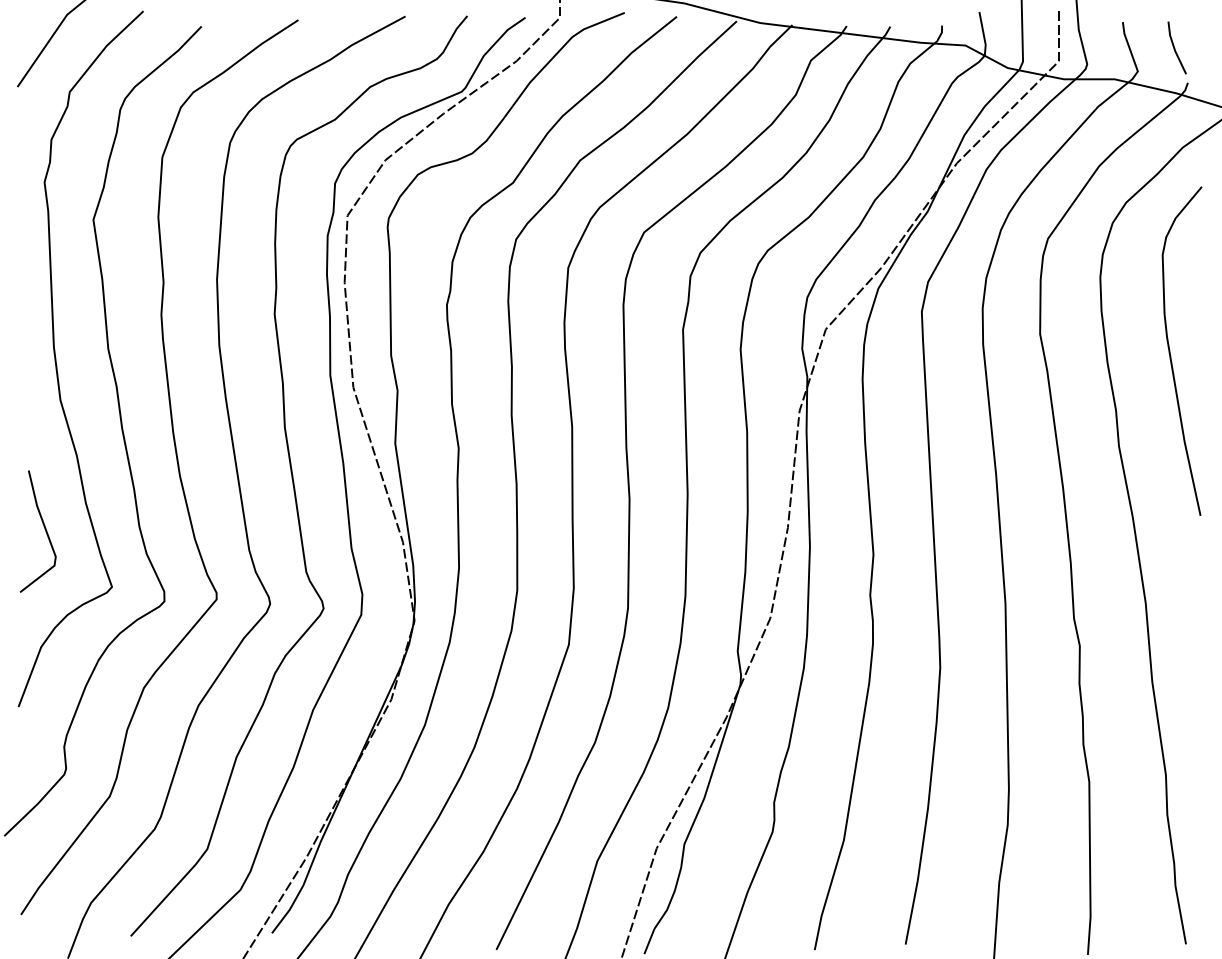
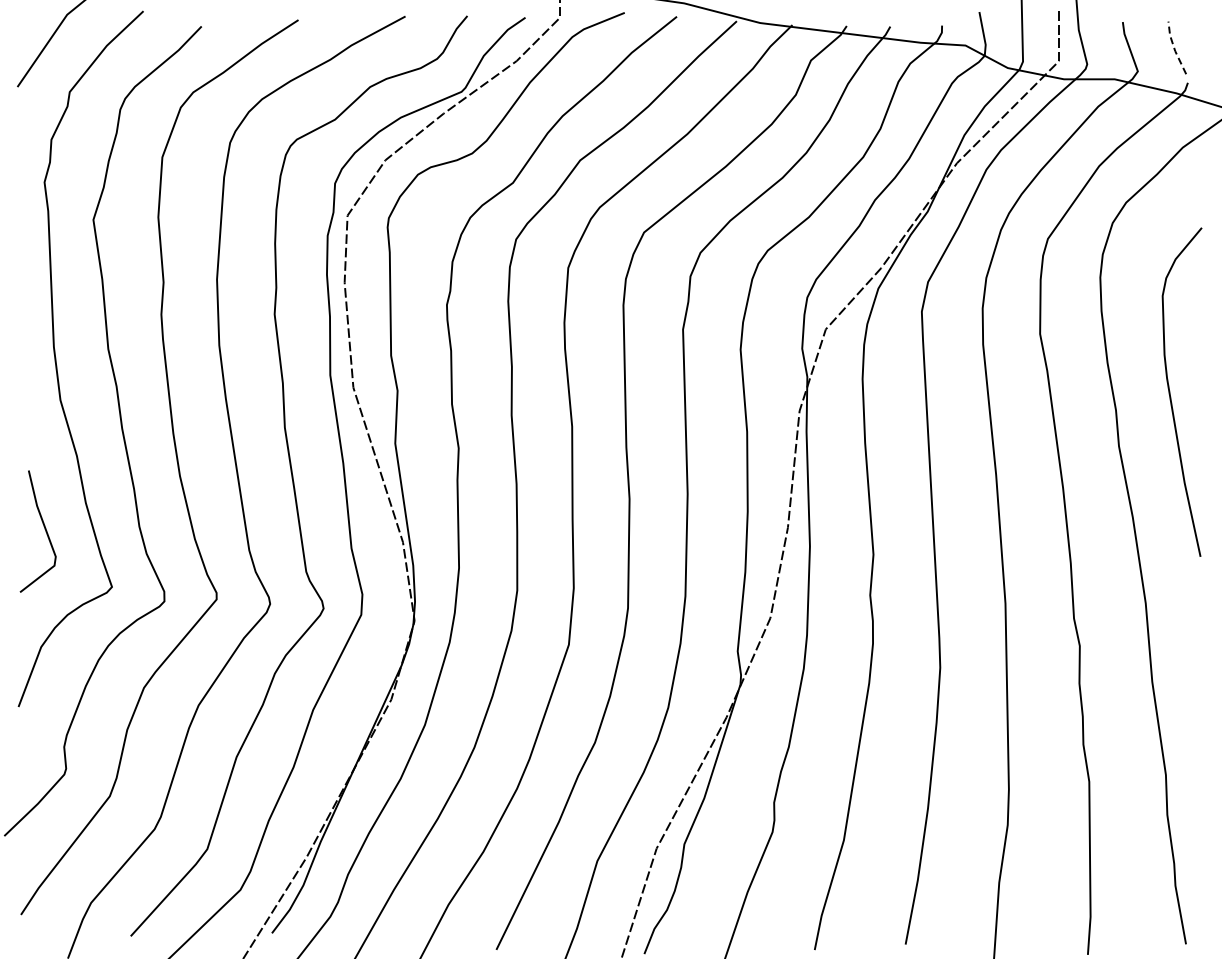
line at (1174, 48): solid -> dashed
curve at (1170, 350) position: (1170, 350) -> (1170, 391)
